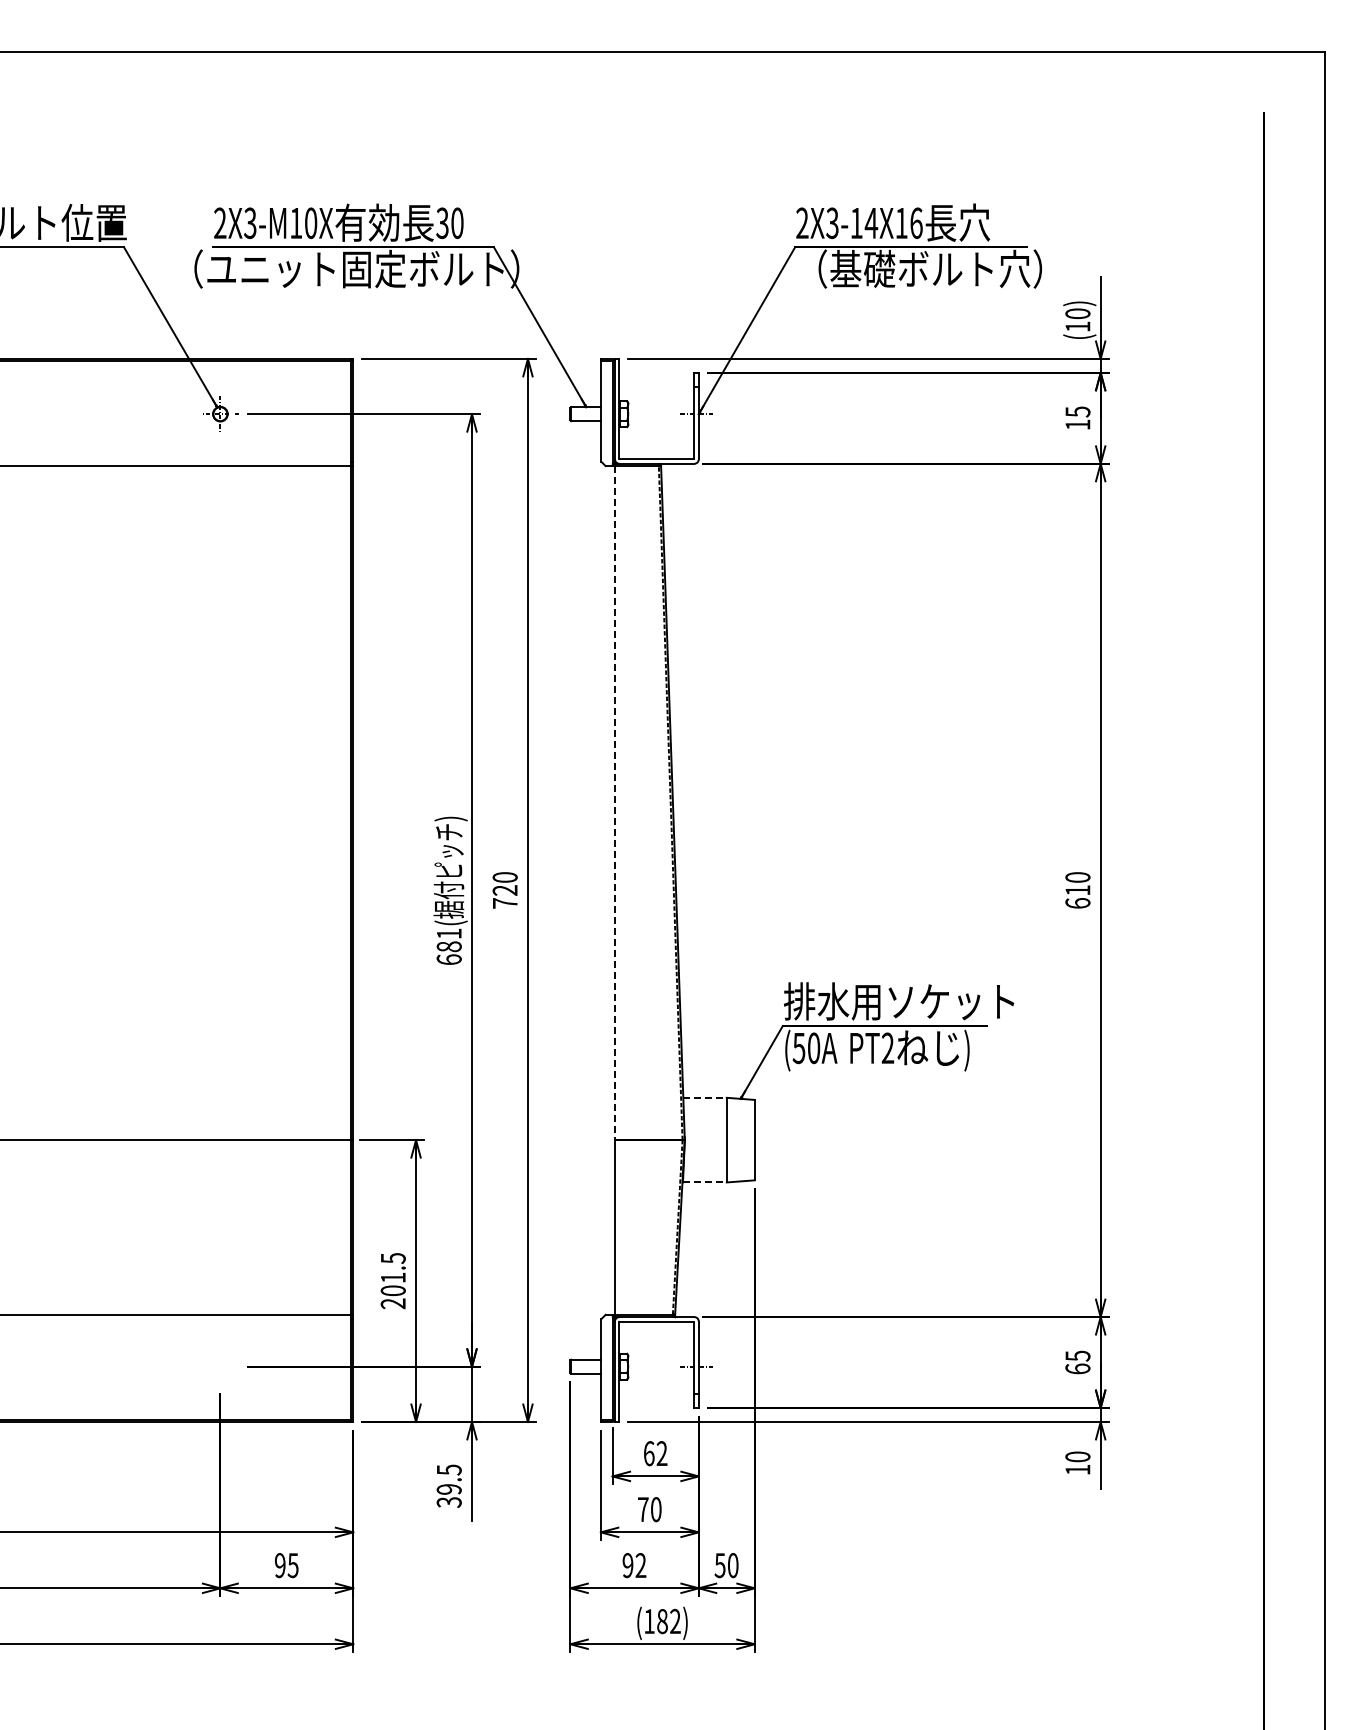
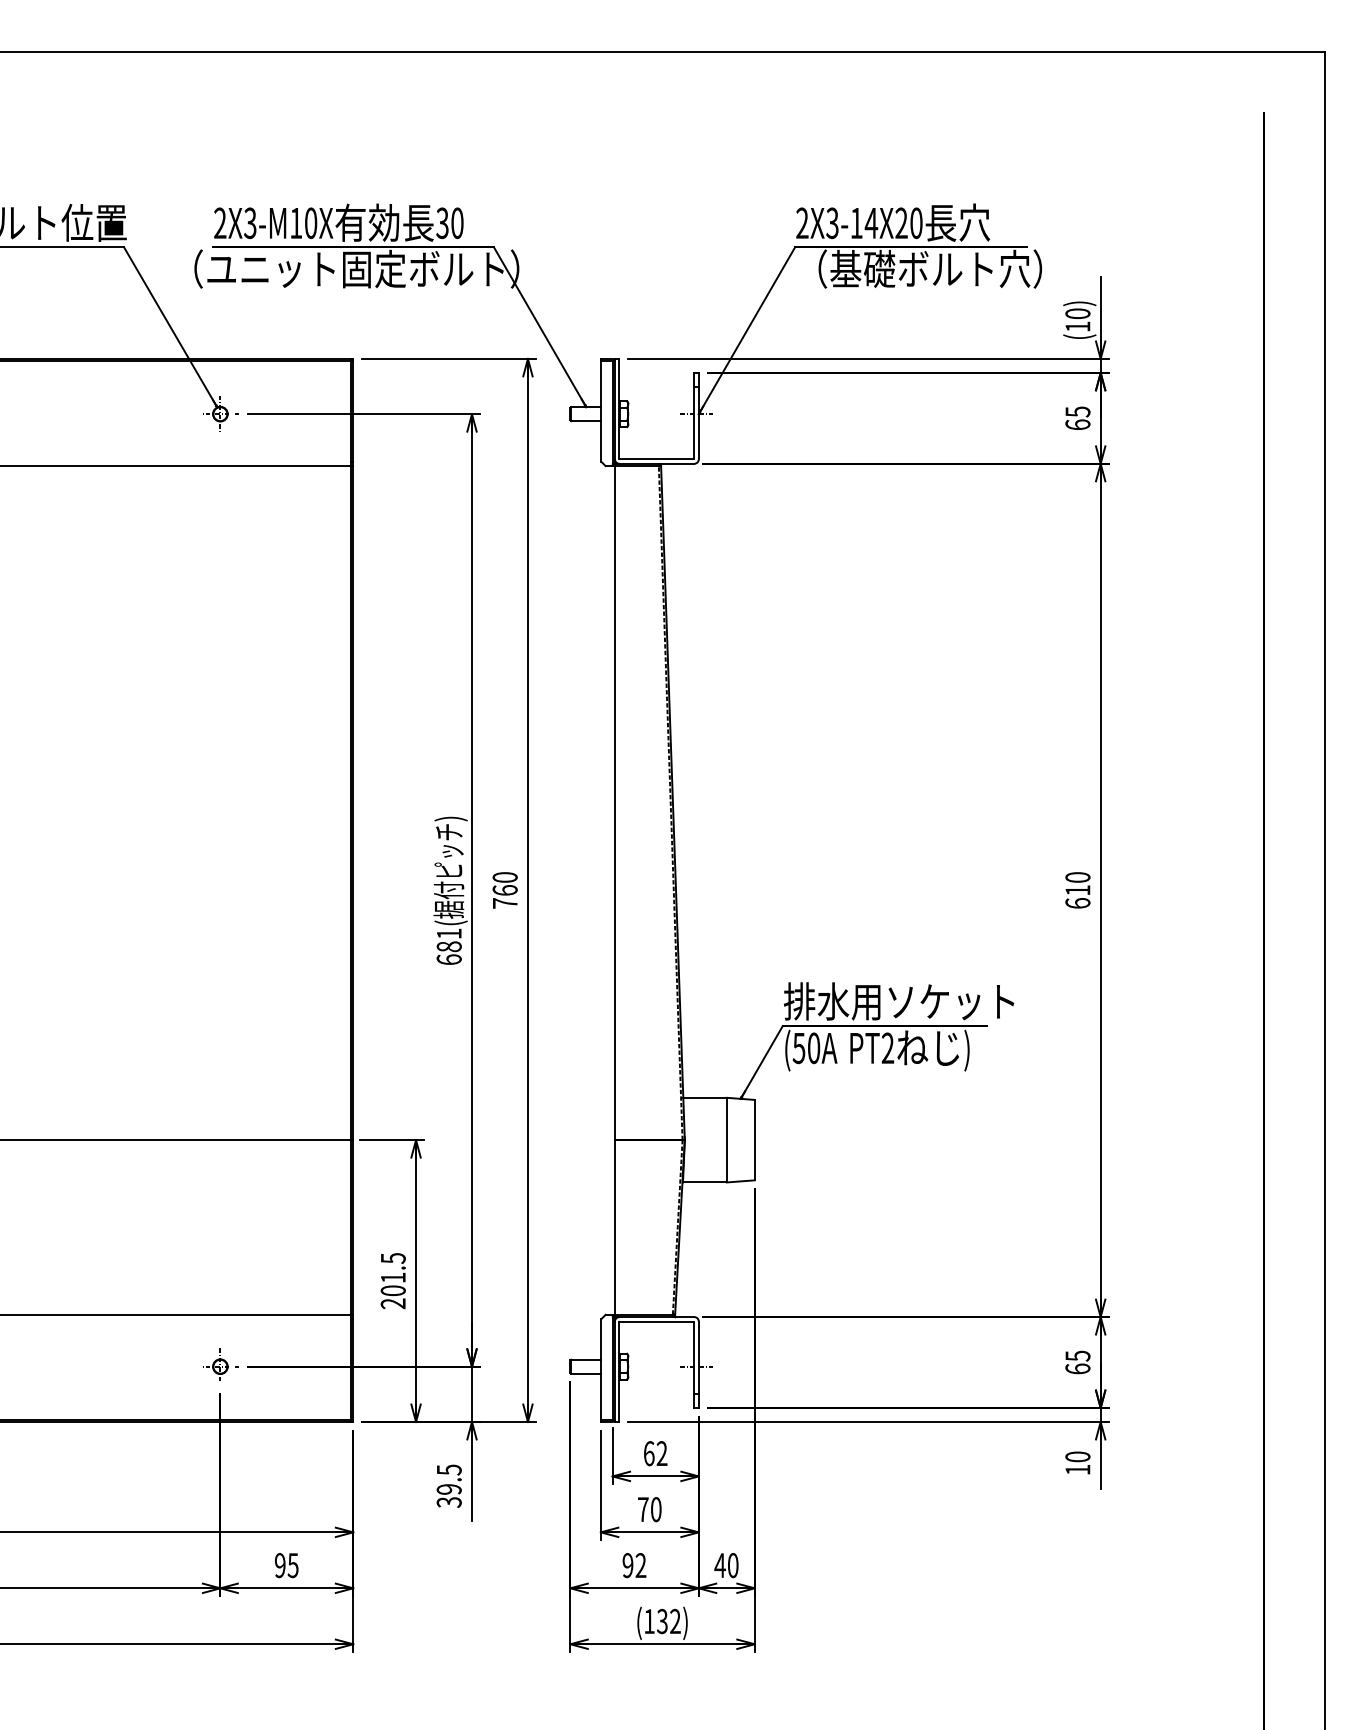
text at (908, 222): 2X3-14X16 -> 2X3-14X20
text at (1077, 424): 15 -> 65
line at (615, 803): dashed -> solid
text at (504, 890): 720 -> 760
line at (705, 1097): dashed -> solid
line at (704, 1182): dashed -> solid
part at (220, 1364): none -> present
text at (719, 1565): 50 -> 40
text at (662, 1621): (182) -> (132)
